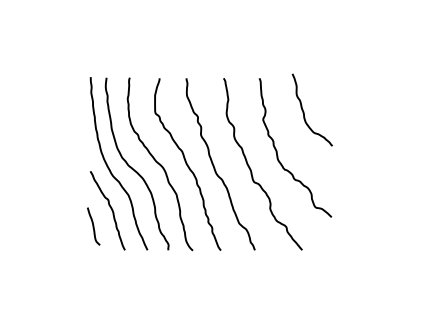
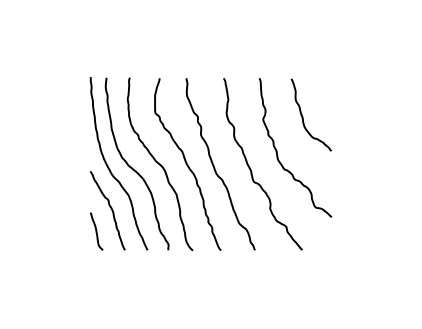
curve at (304, 111) position: (304, 111) -> (303, 116)
curve at (93, 226) position: (93, 226) -> (96, 231)
